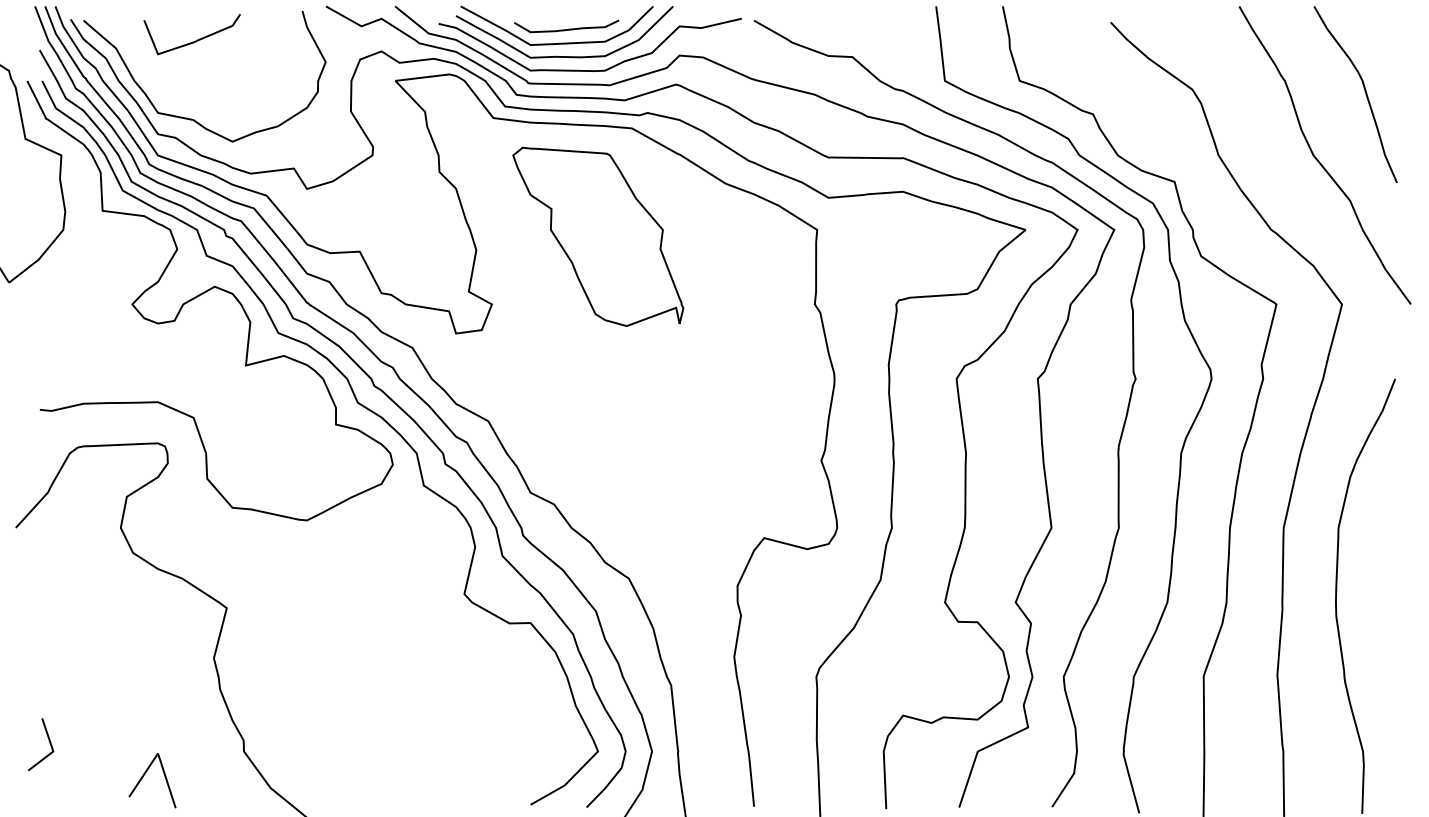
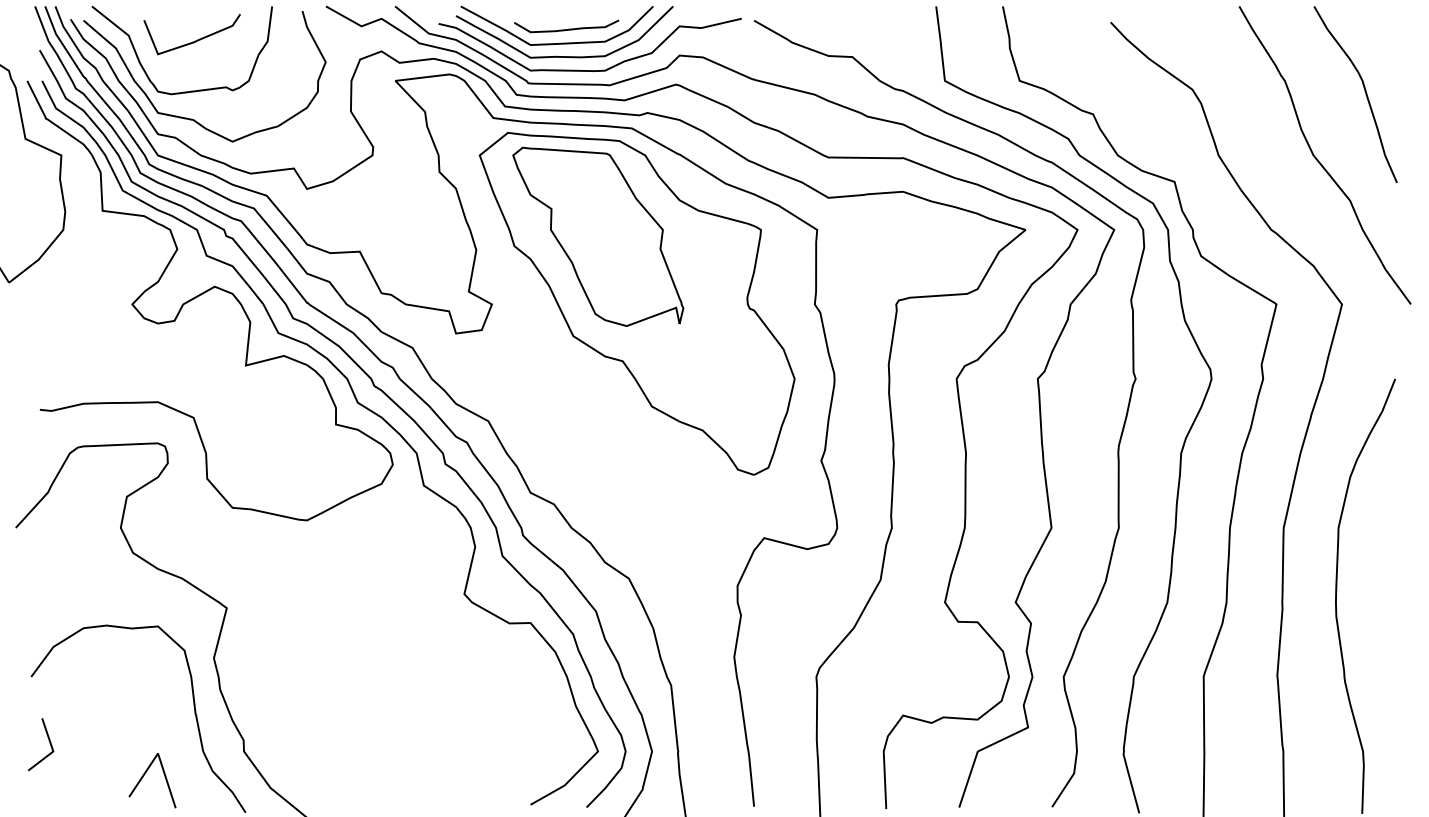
curve at (183, 91): none -> present
part at (636, 303): none -> present
curve at (194, 714): none -> present
